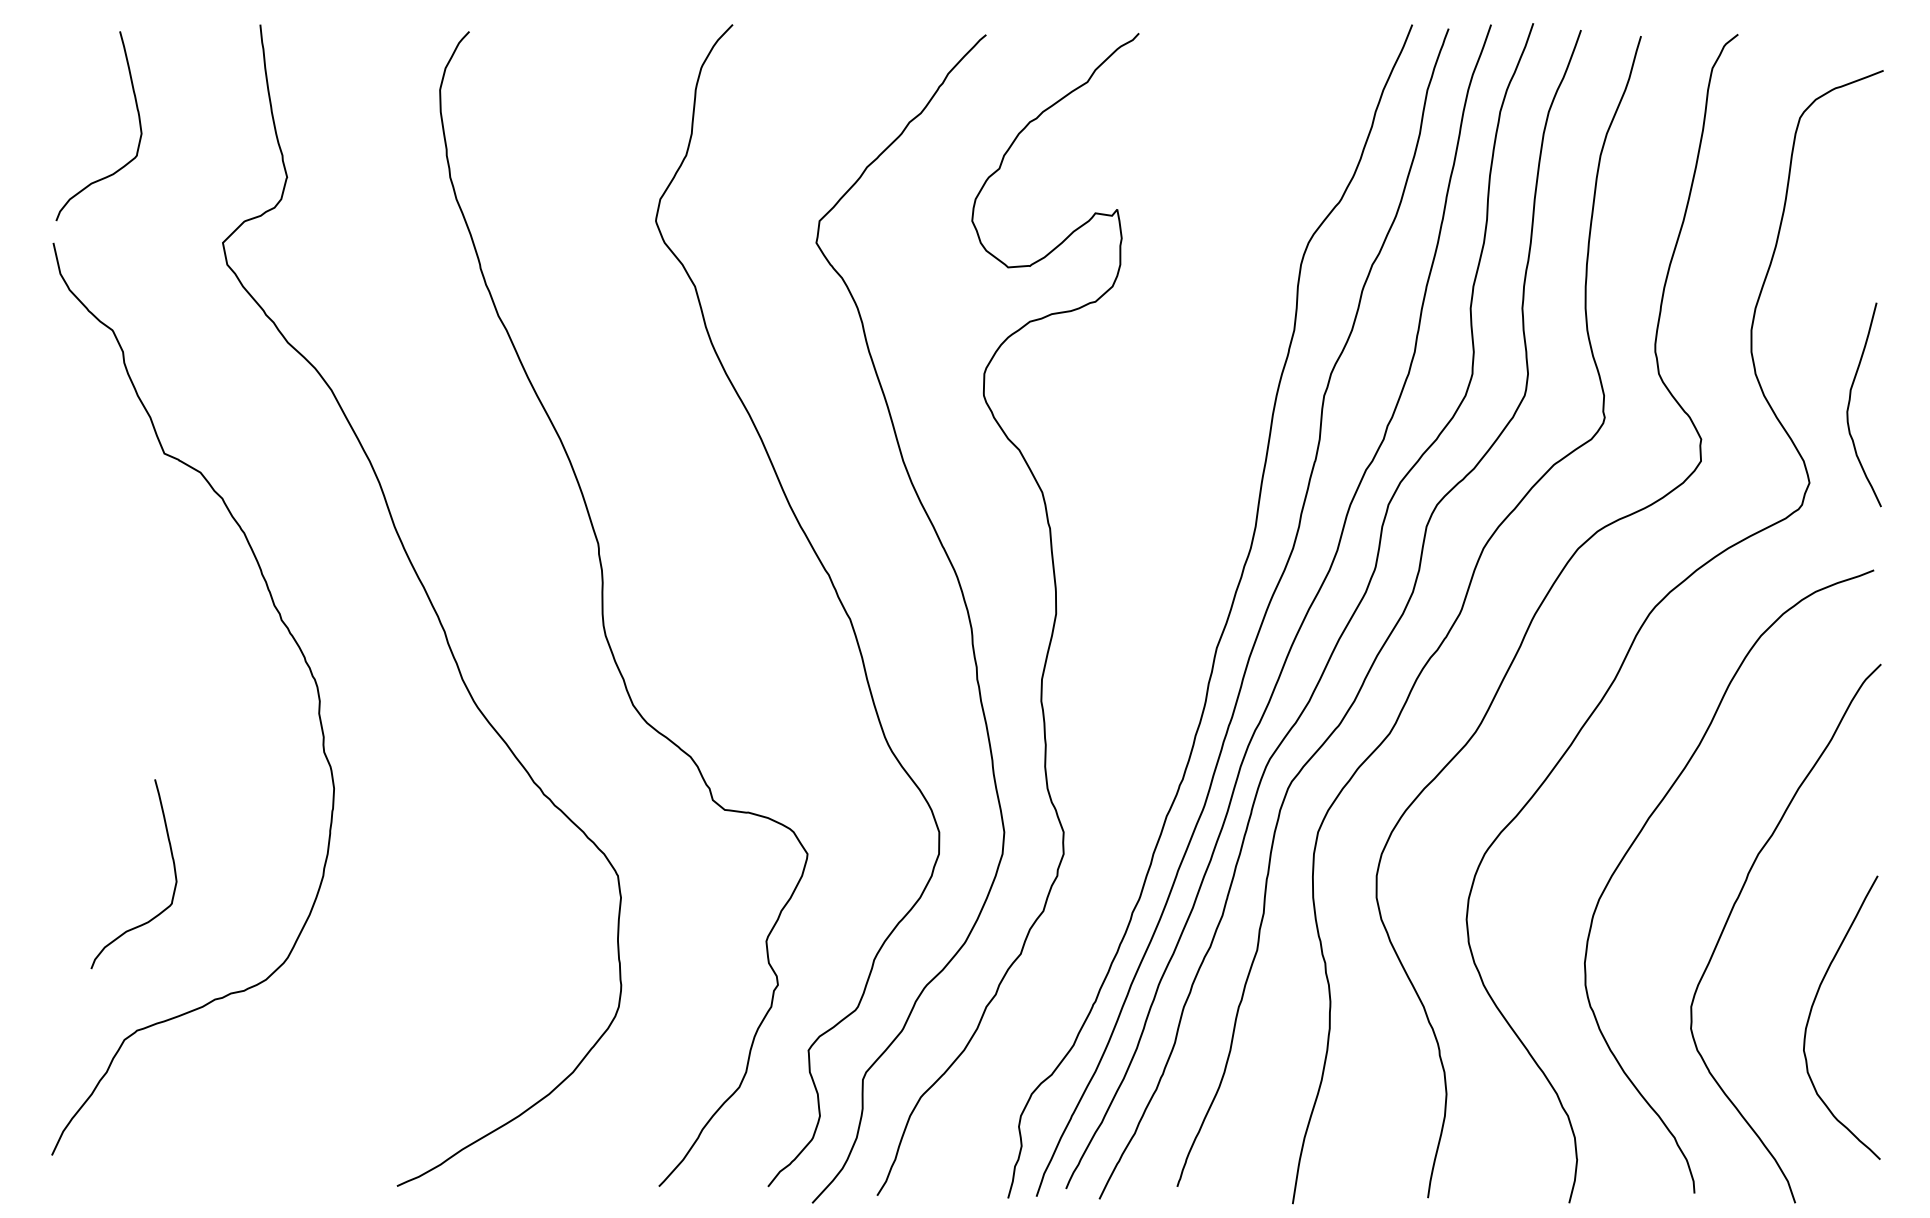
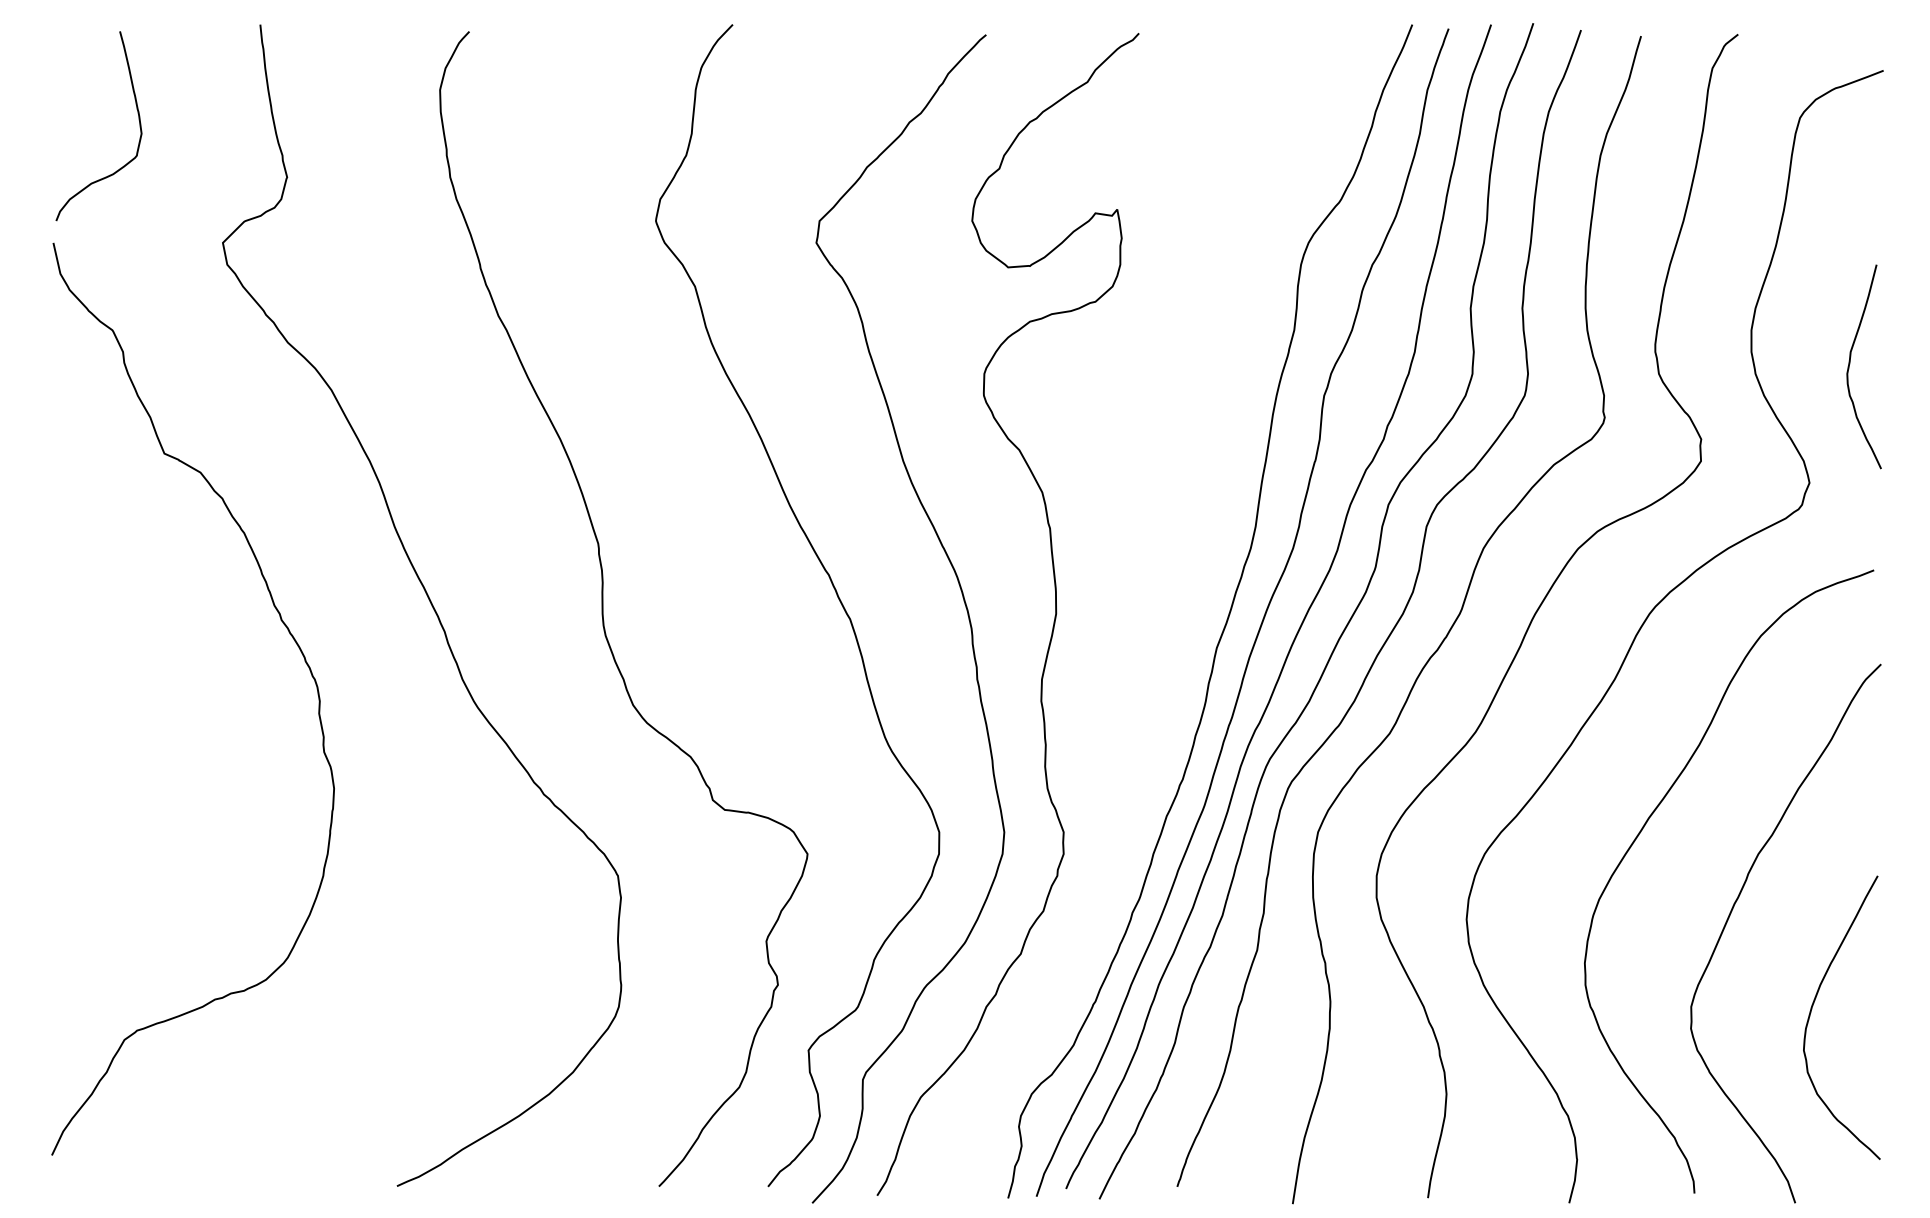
curve at (1850, 402) position: (1850, 402) -> (1850, 364)
curve at (173, 868): present -> none
